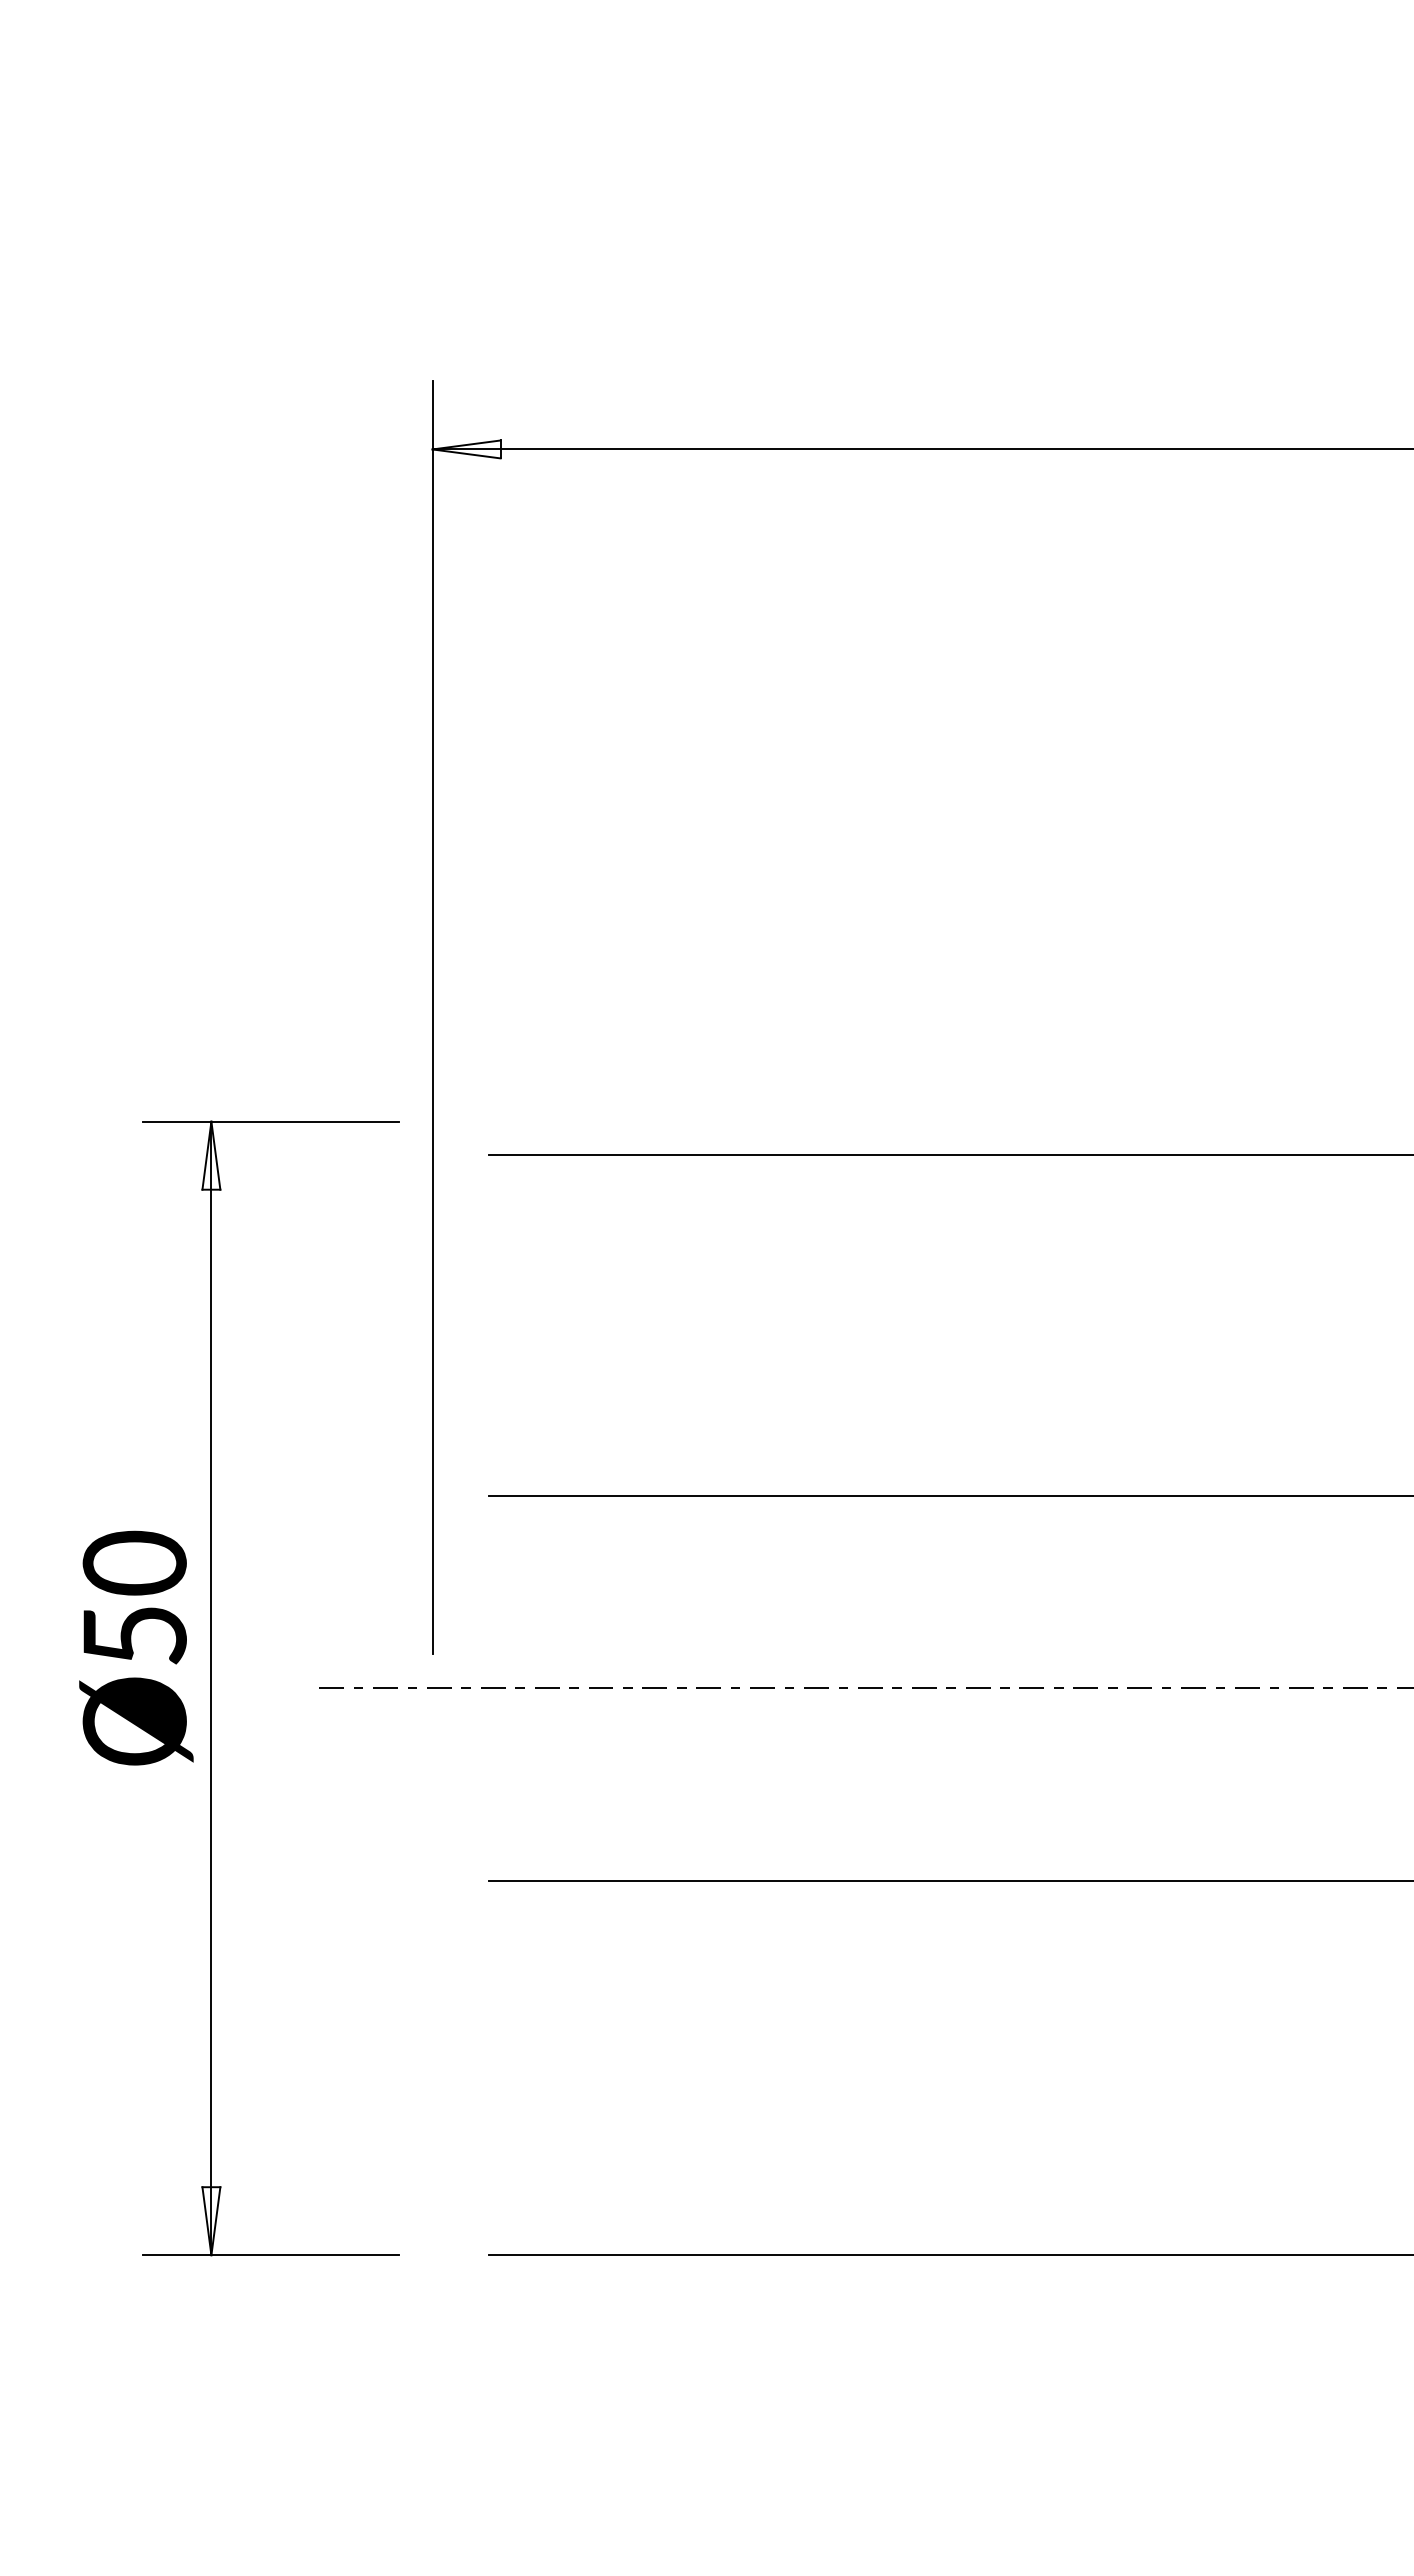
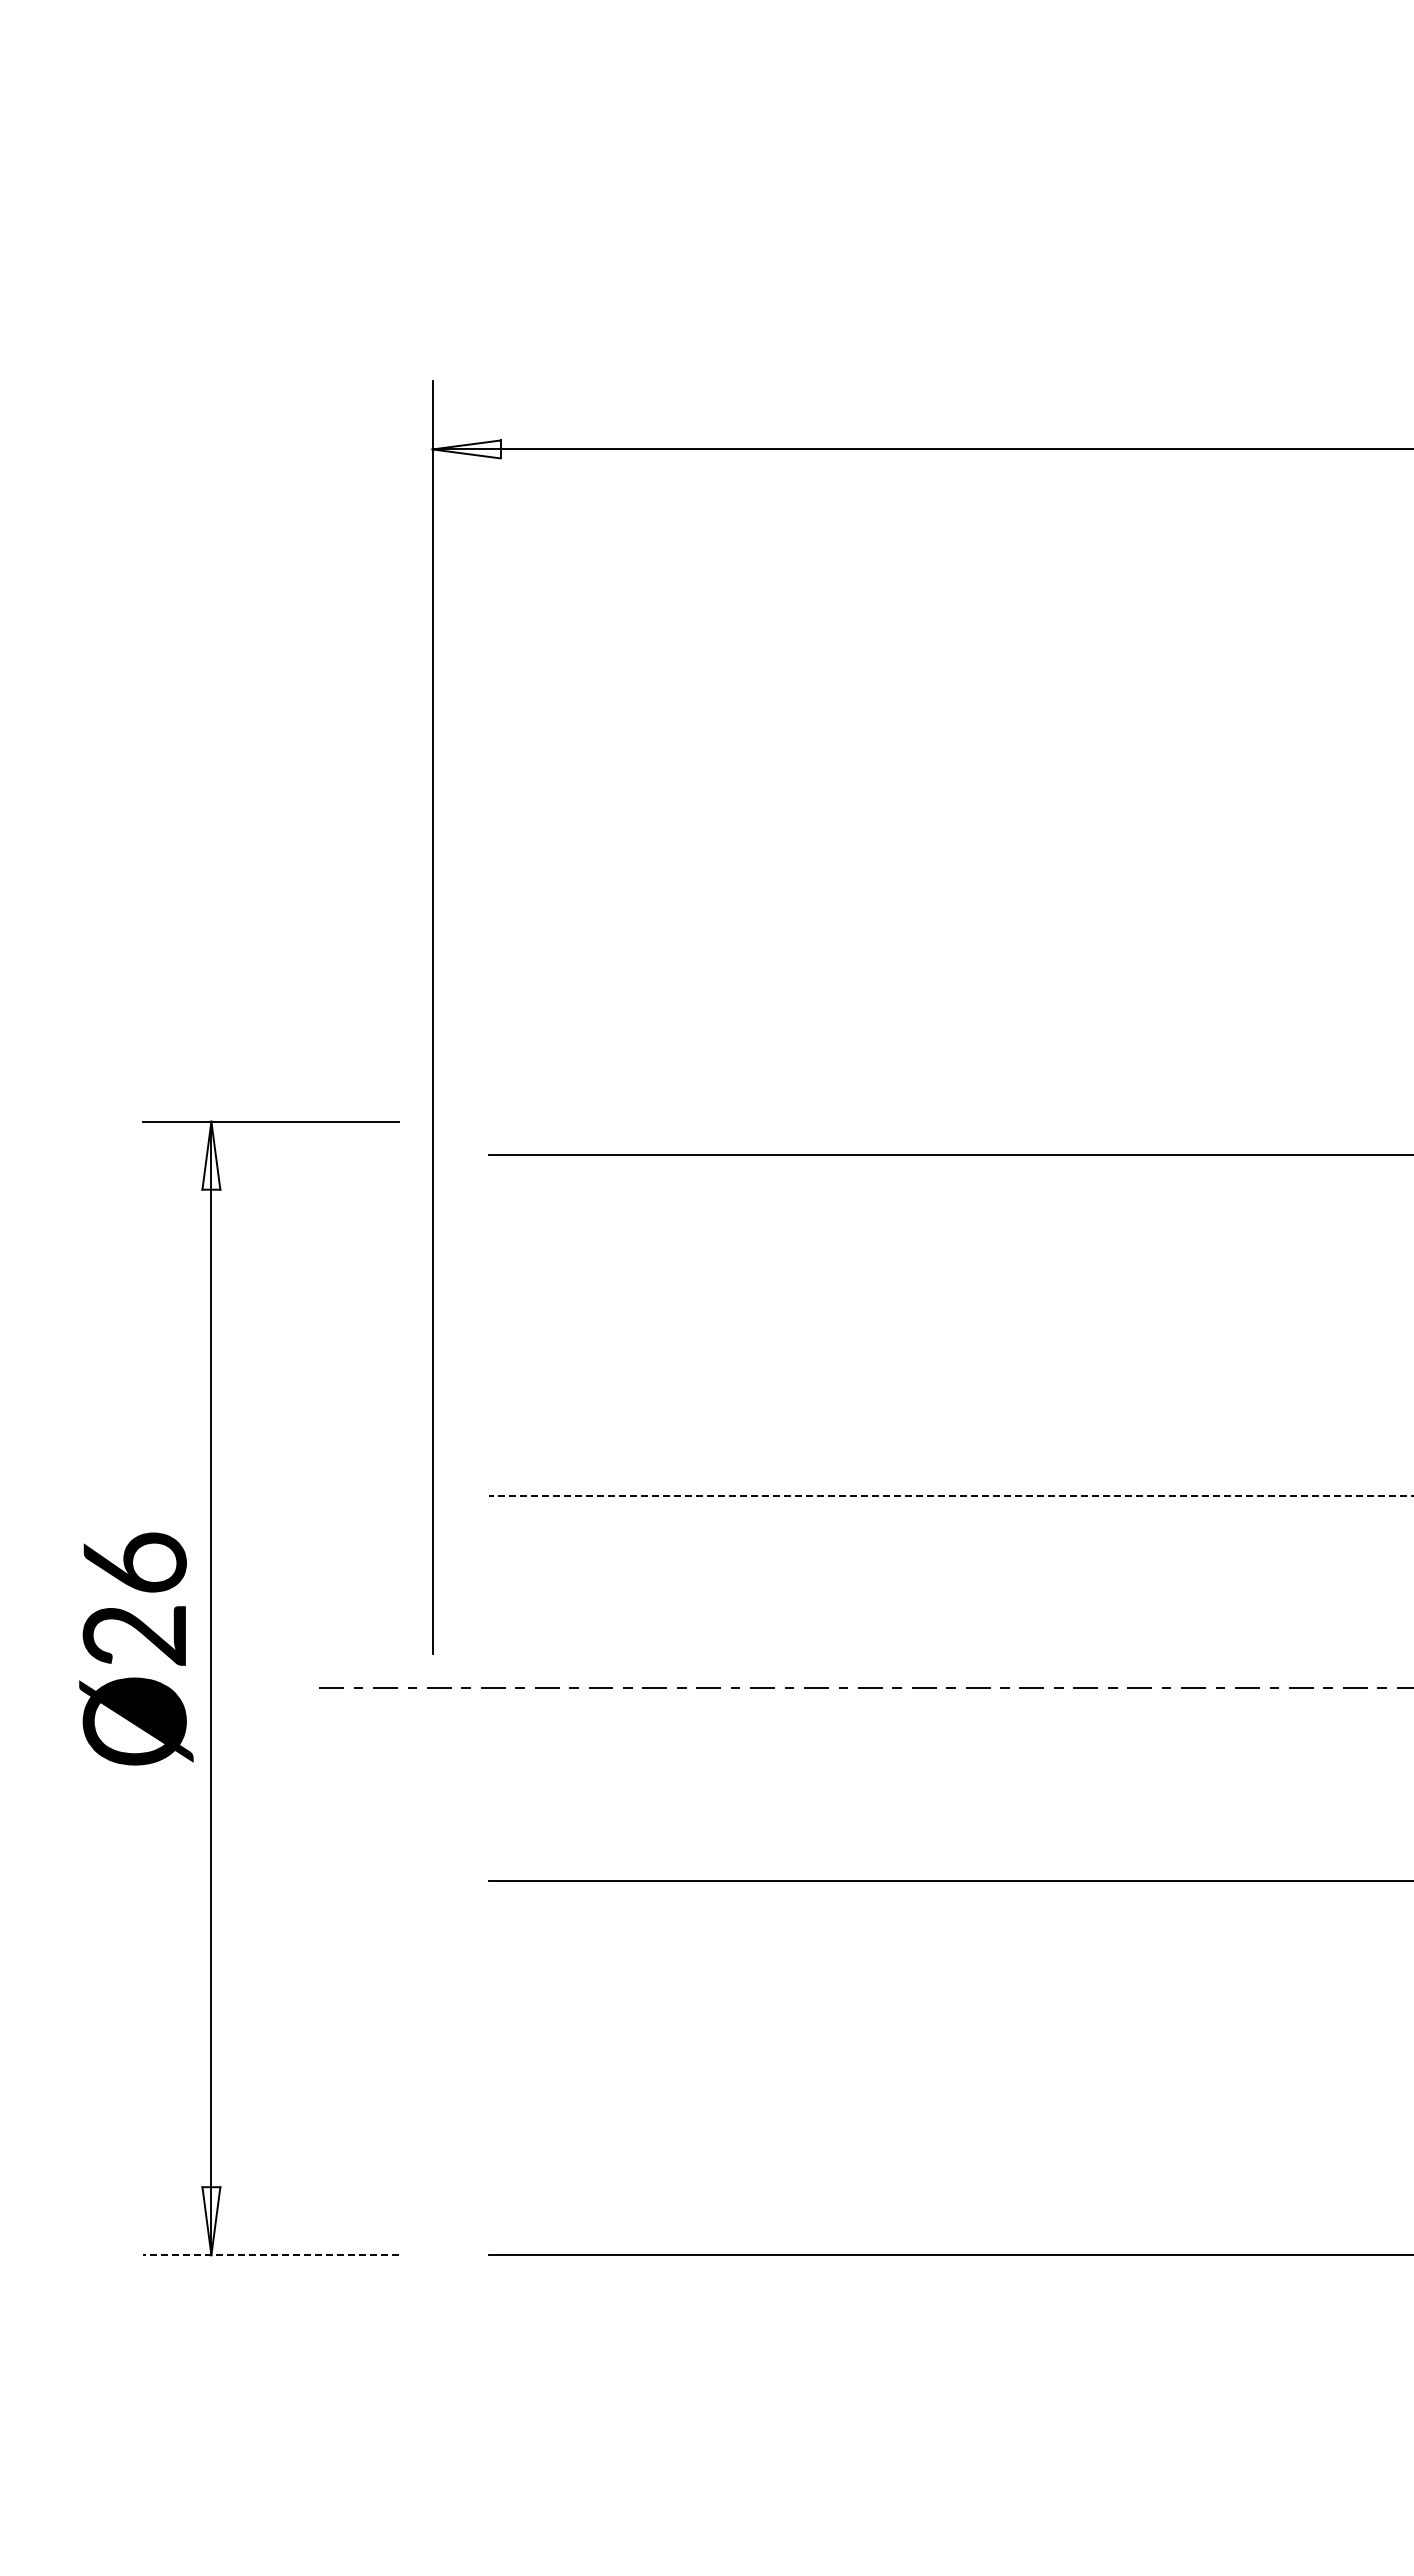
line at (951, 1495): solid -> dashed
text at (134, 1597): Ø50 -> Ø26
line at (270, 2255): solid -> dashed
